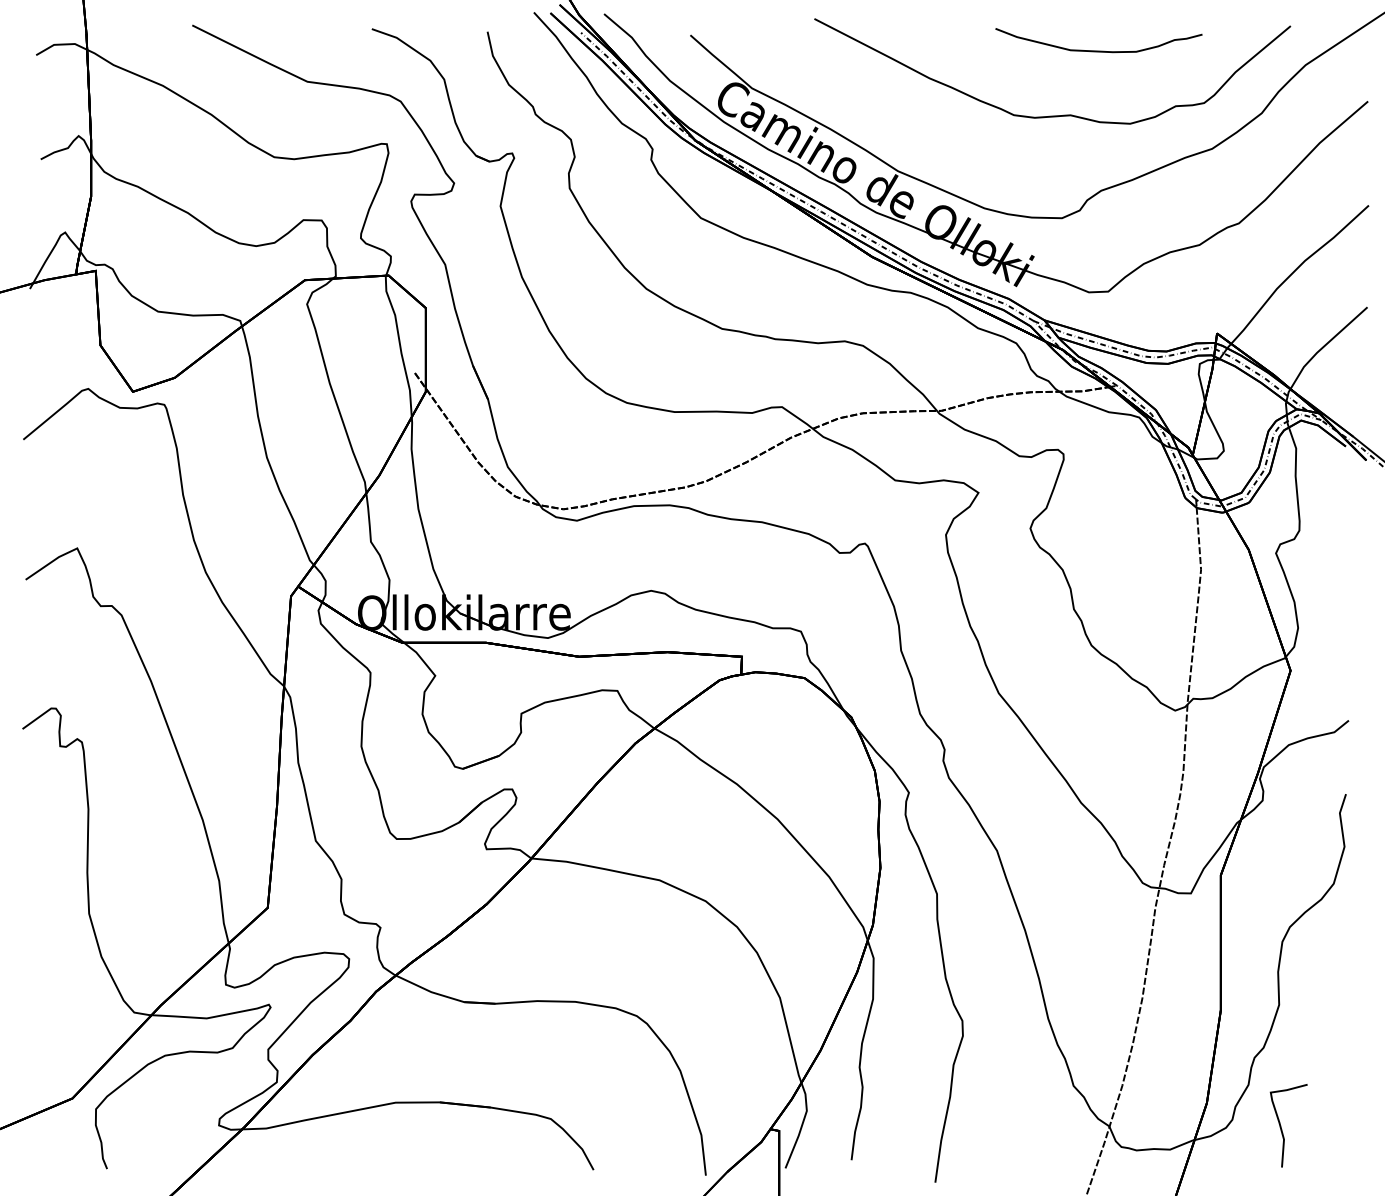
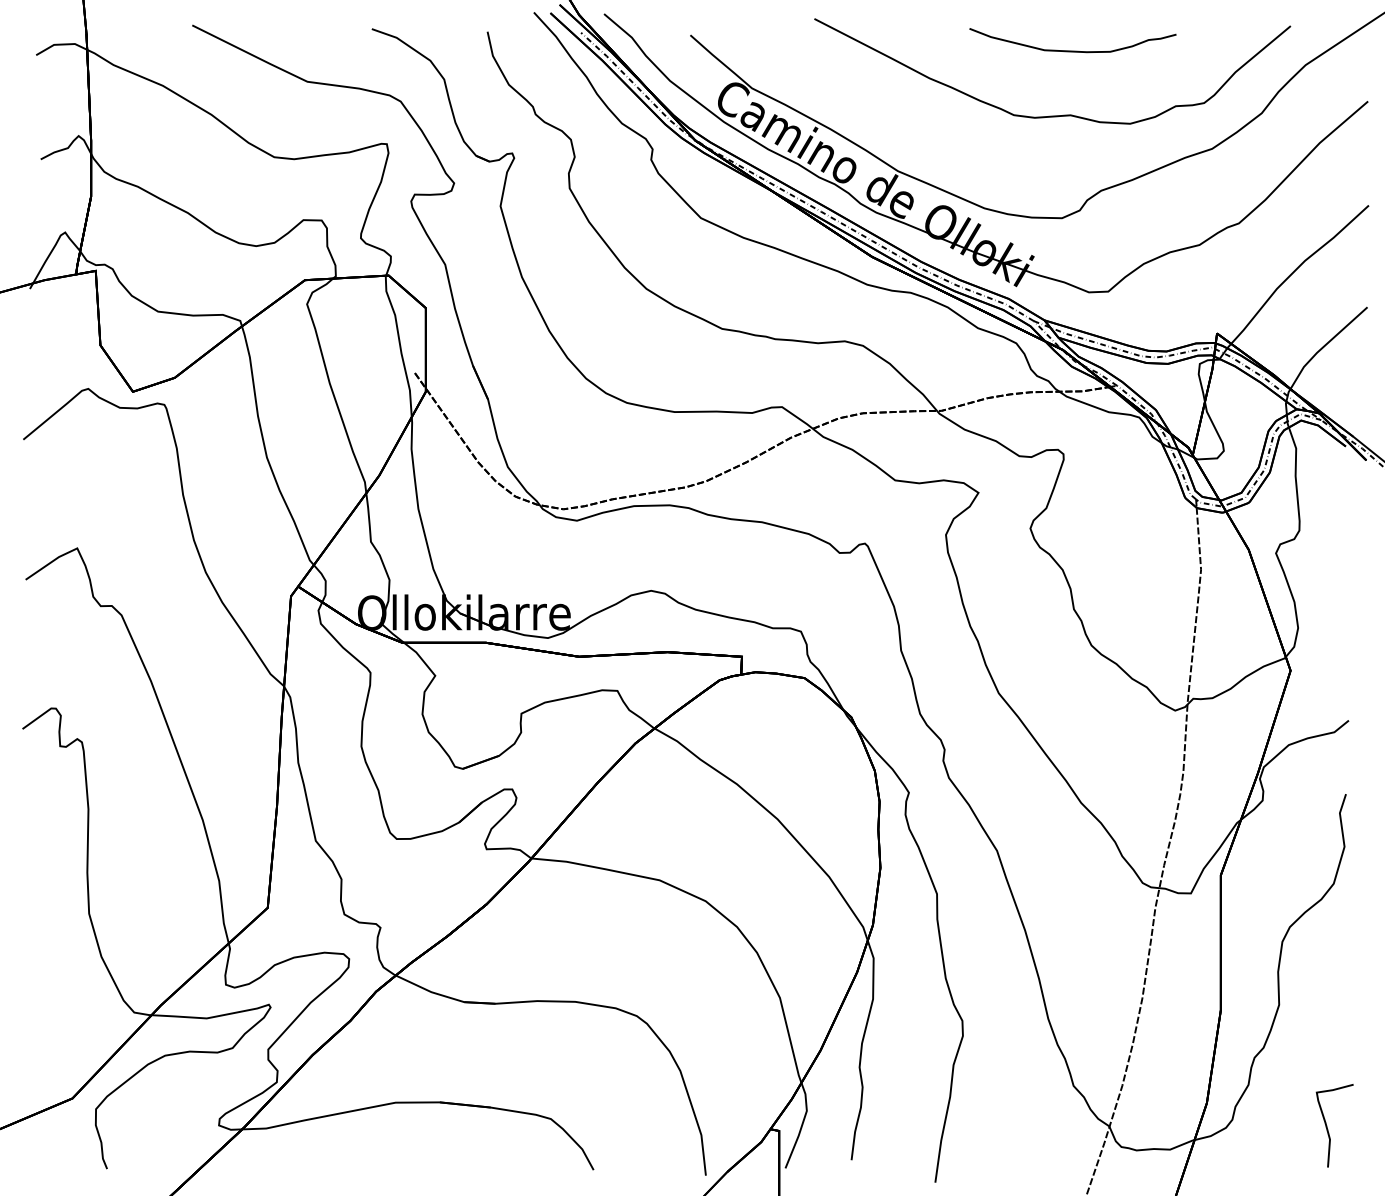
curve at (1098, 50) position: (1098, 50) -> (1072, 50)
curve at (1281, 1125) position: (1281, 1125) -> (1327, 1125)
